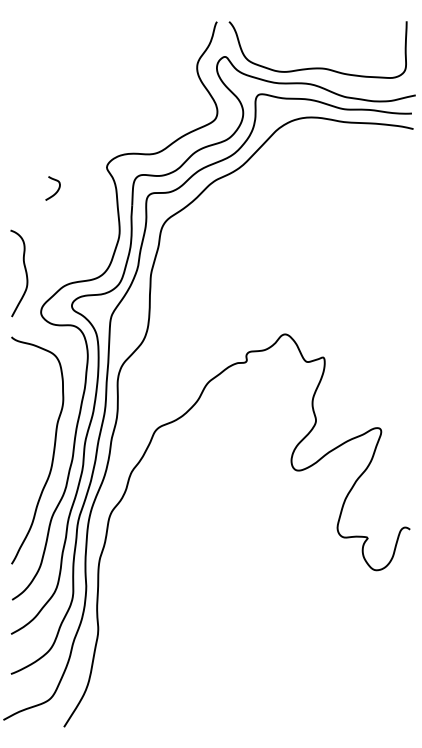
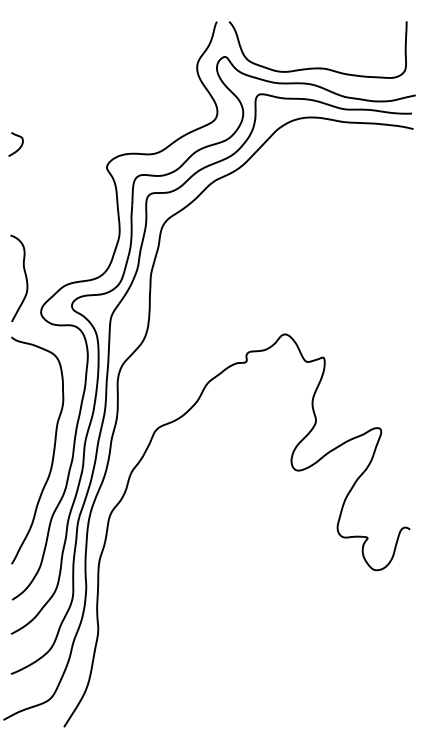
curve at (56, 191) position: (56, 191) -> (19, 147)
curve at (25, 273) position: (25, 273) -> (25, 278)
